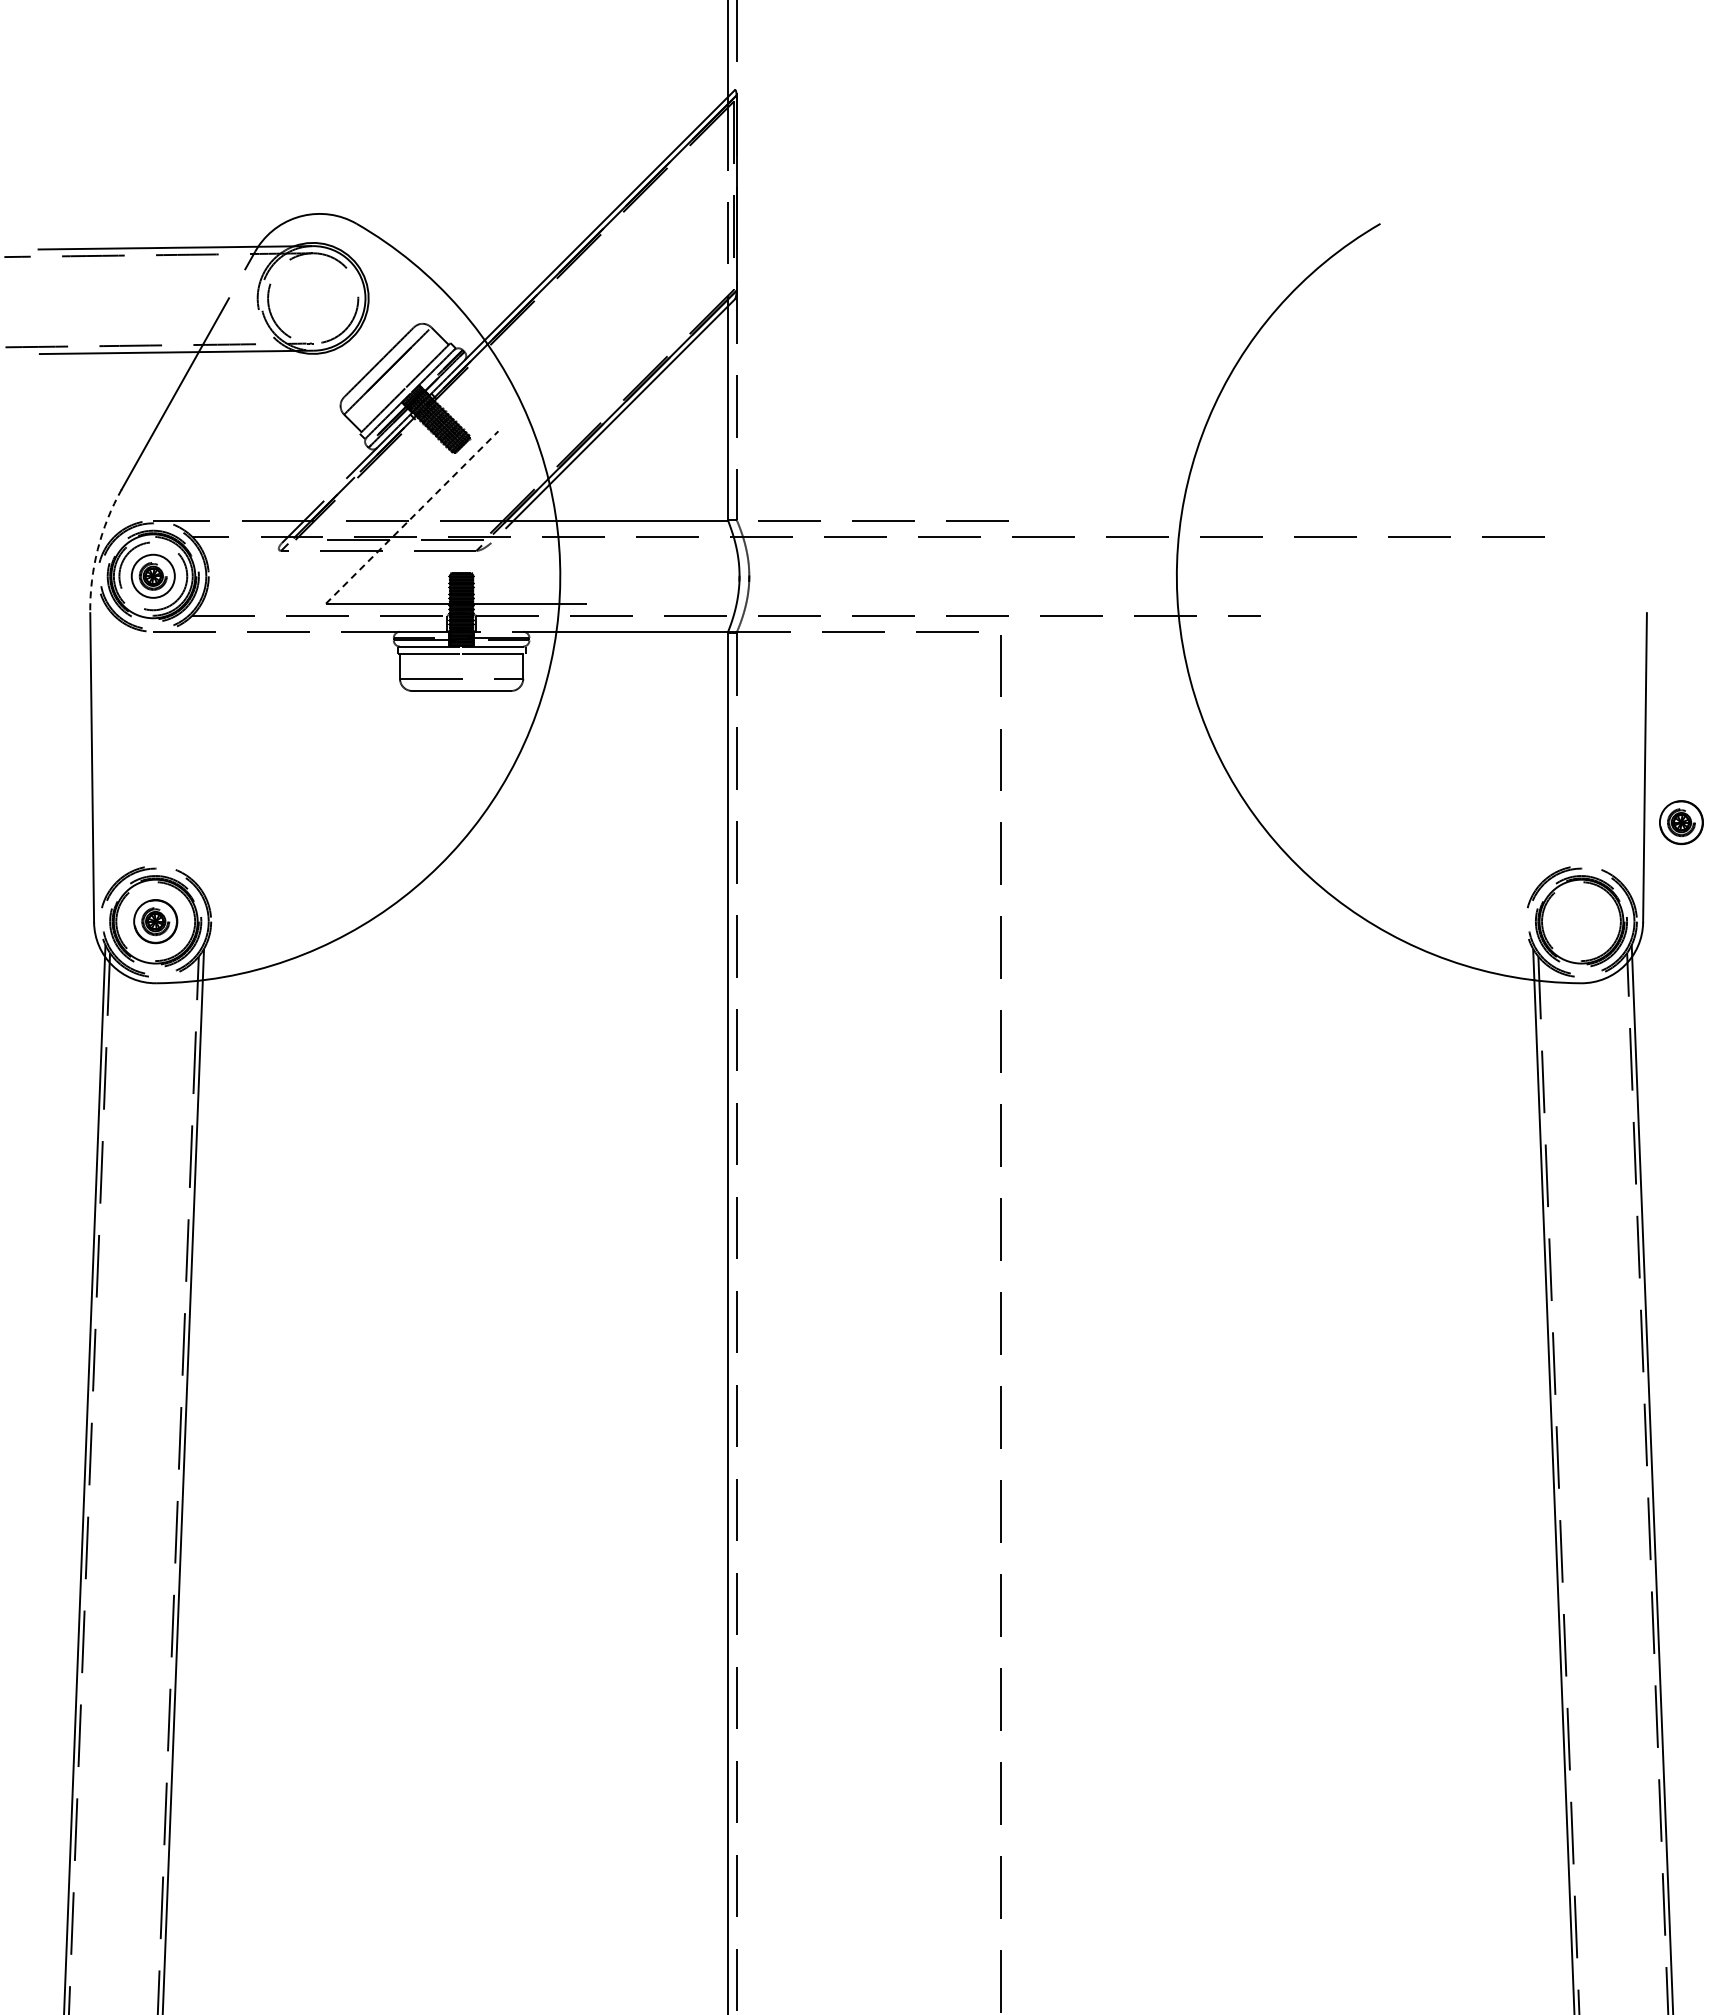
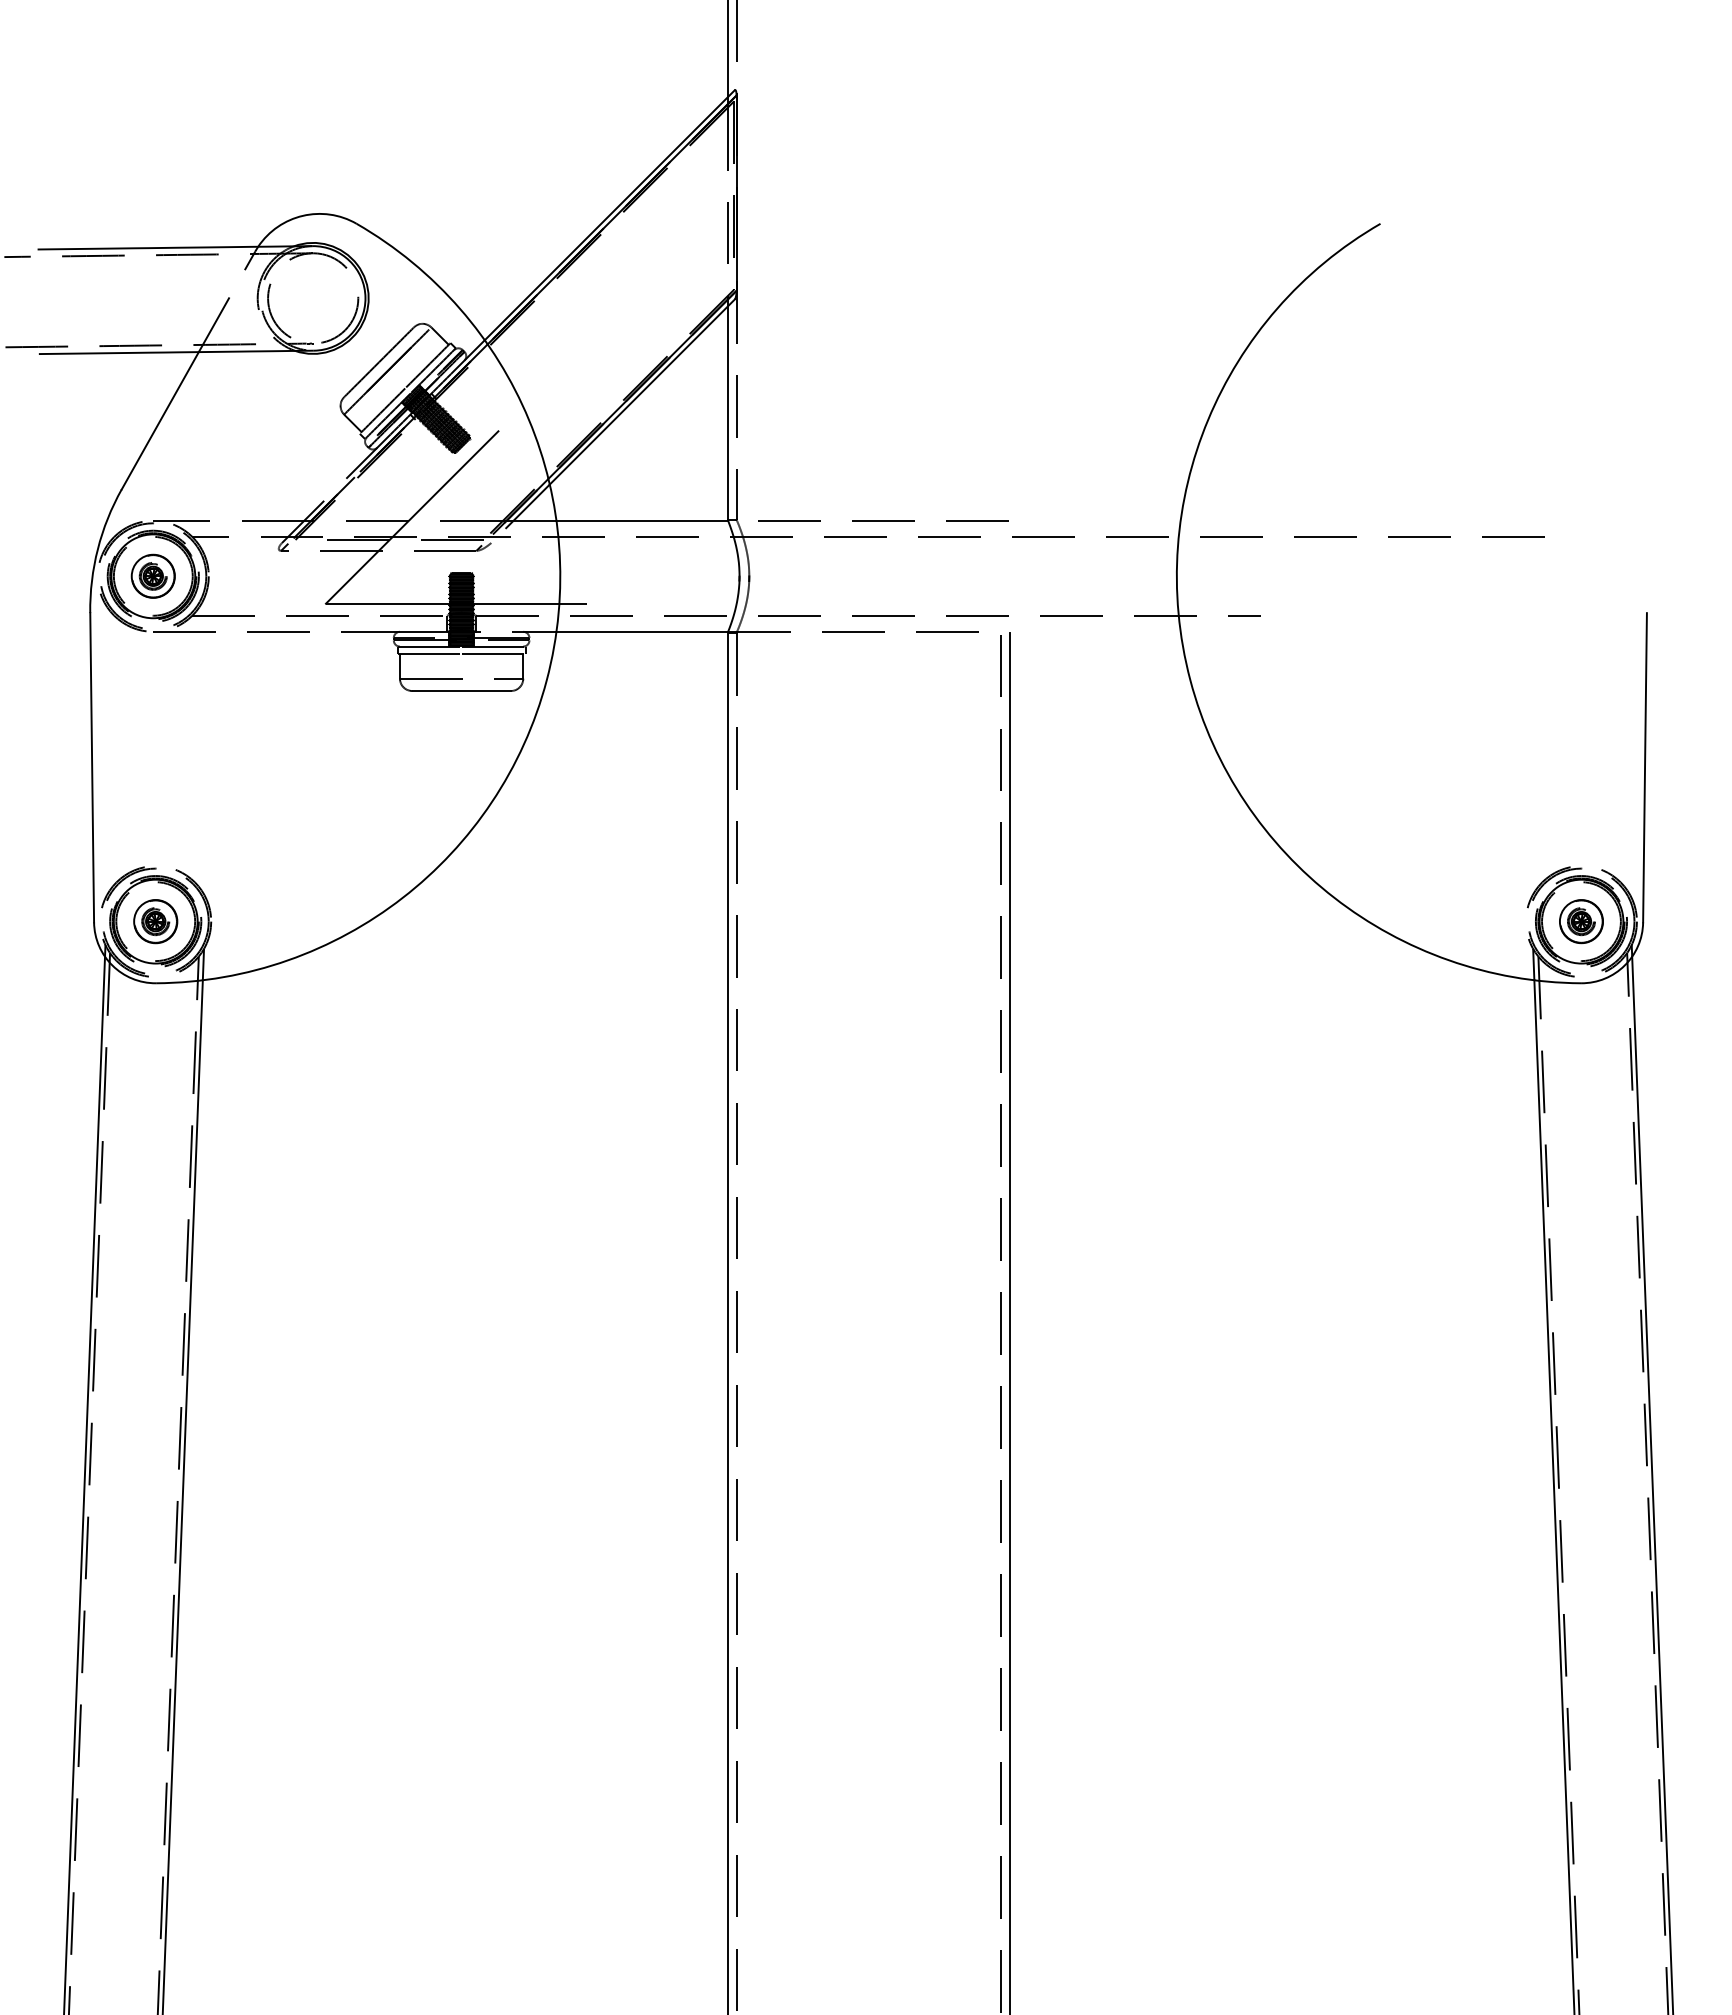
line at (412, 517): dashed -> solid
arc at (97, 549): dashed -> solid
circle at (153, 576) diameter: 68 px -> 42 px
part at (1681, 822) position: (1681, 822) -> (1581, 921)
line at (1009, 1321): none -> present
